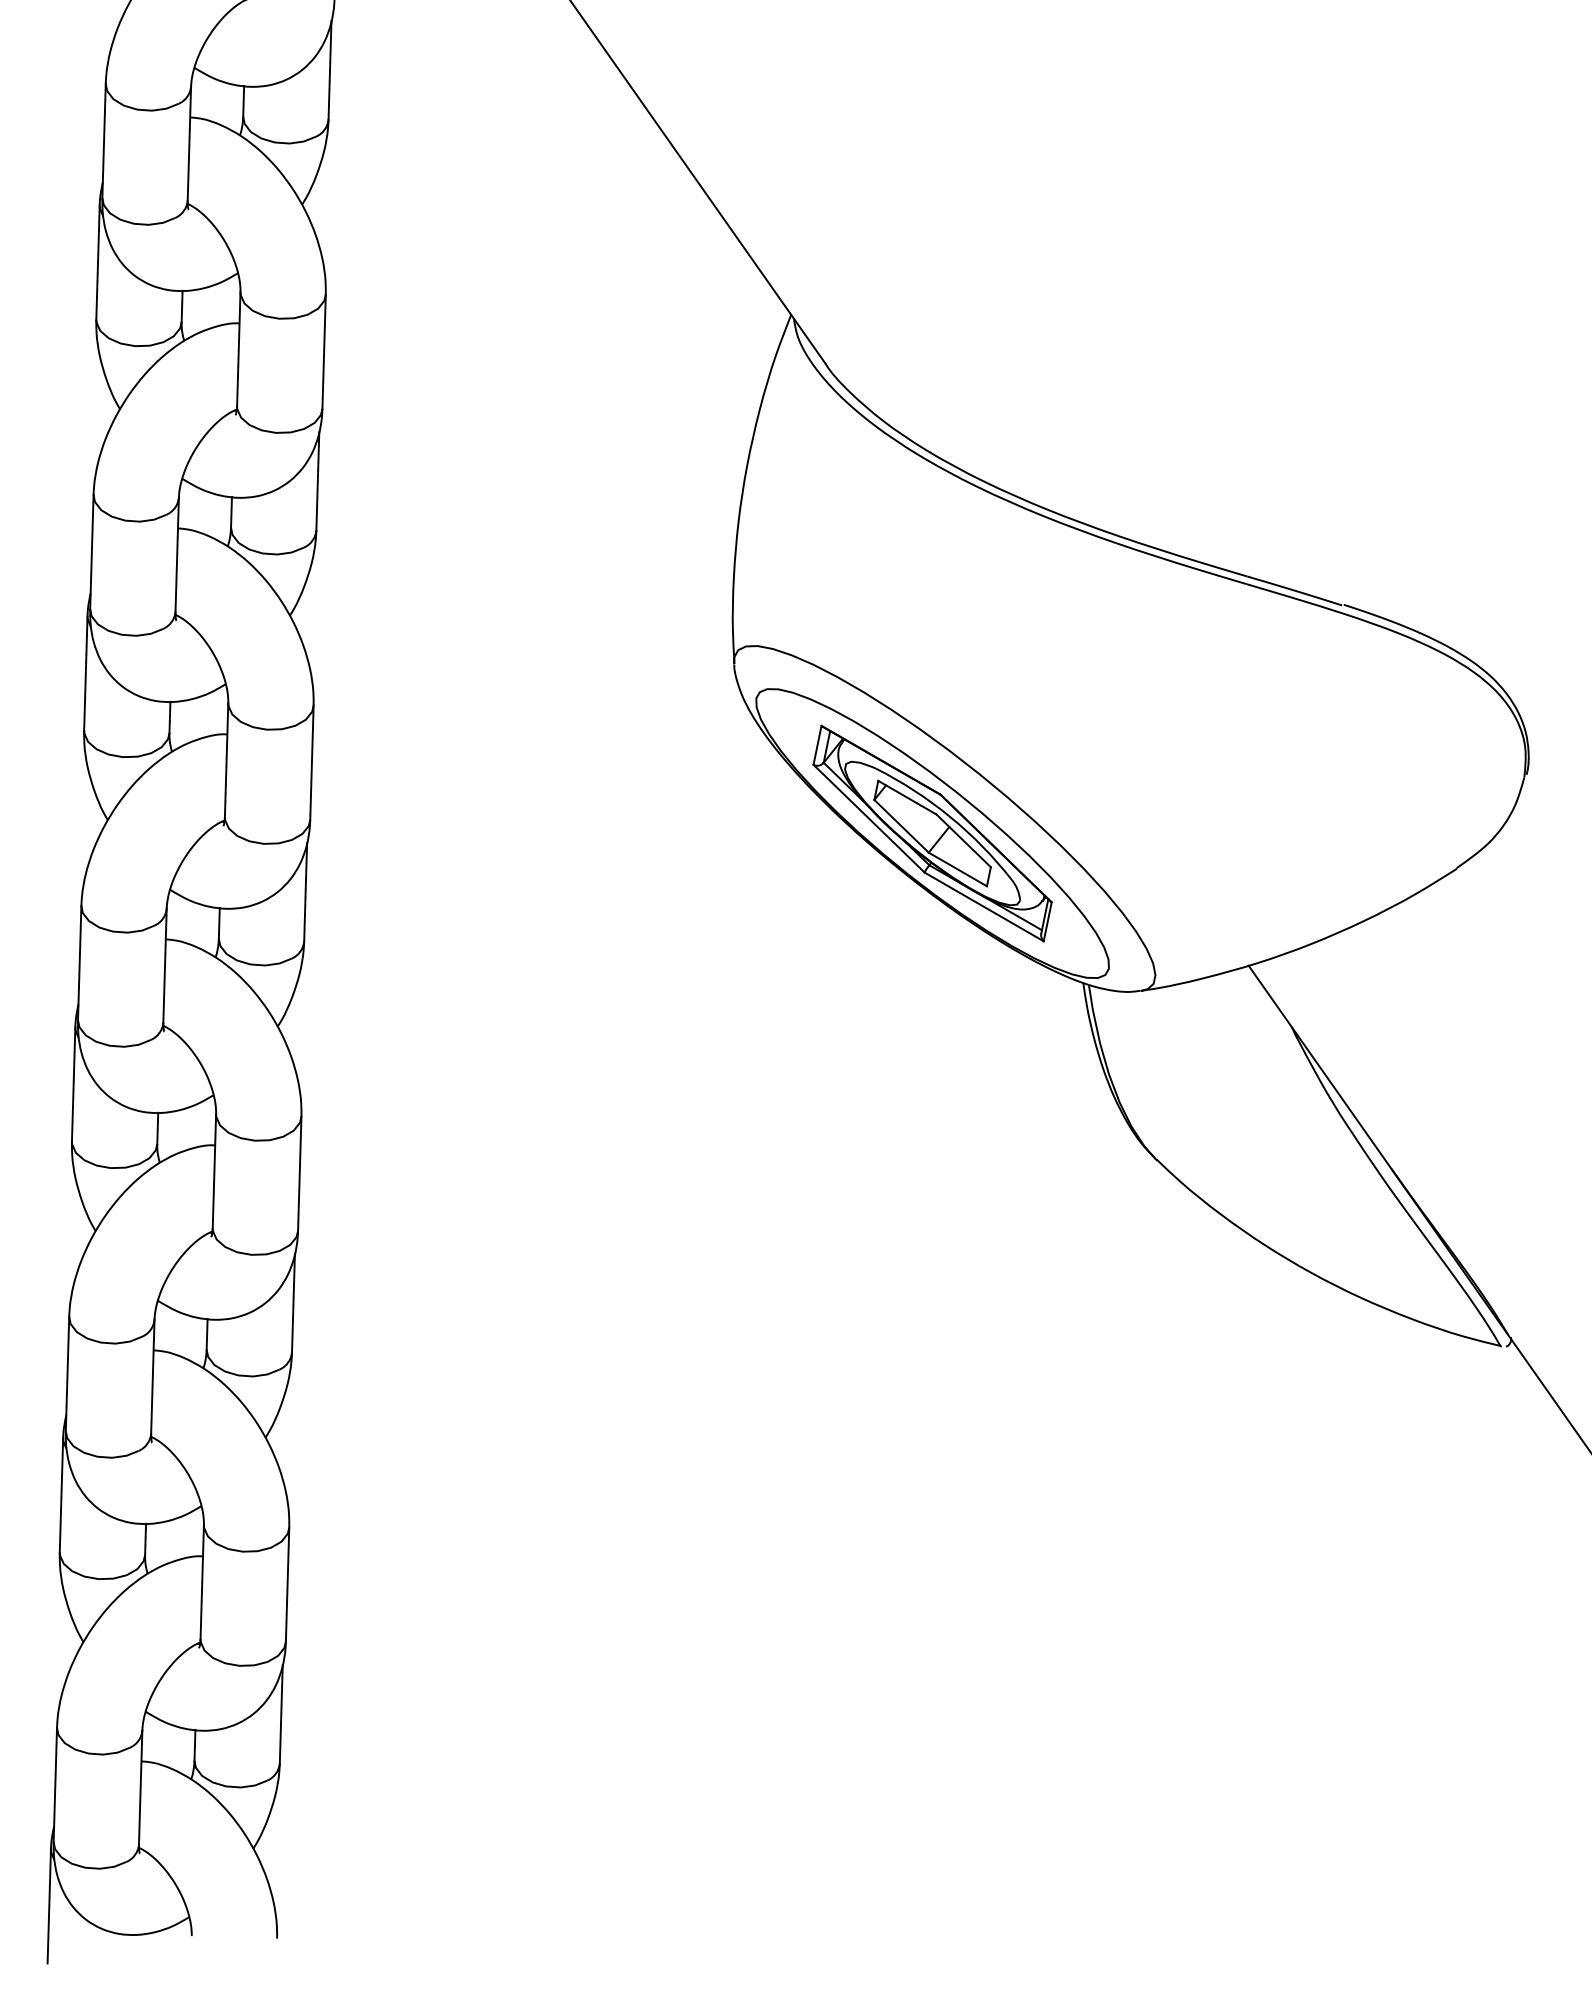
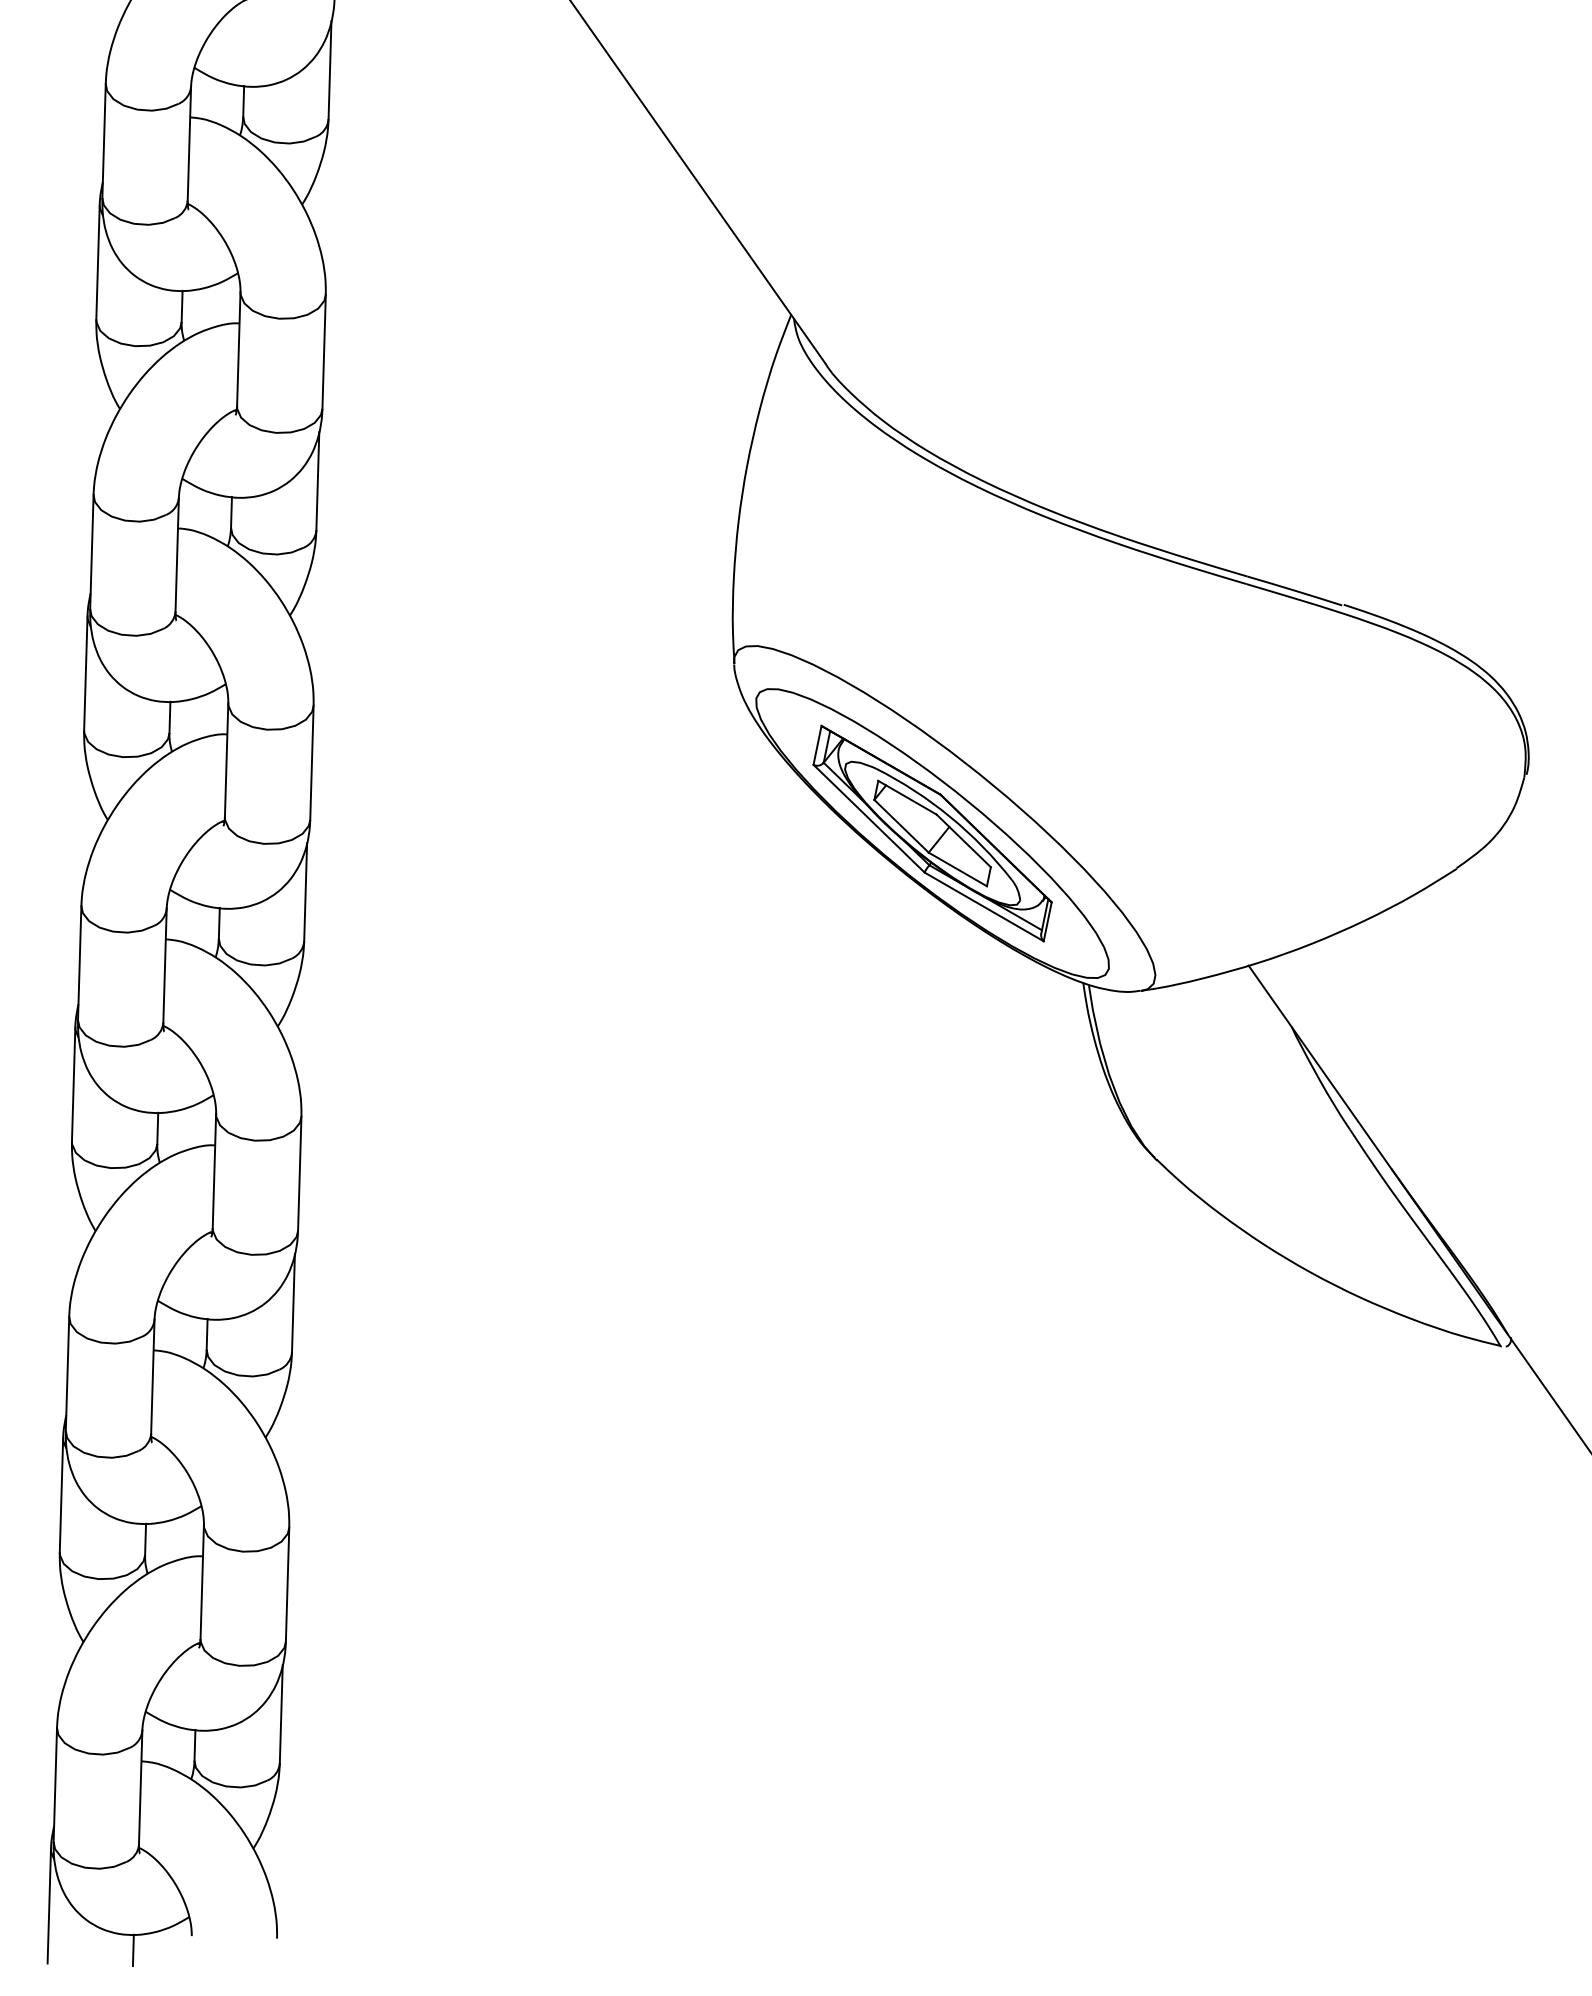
line at (132, 1950): none -> present
